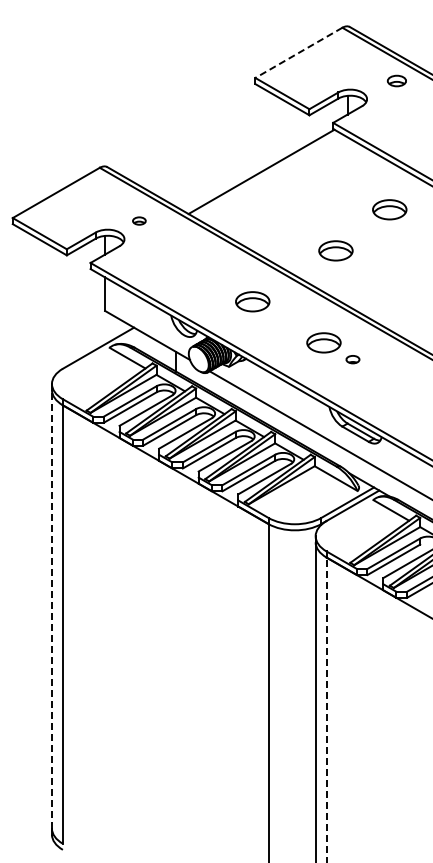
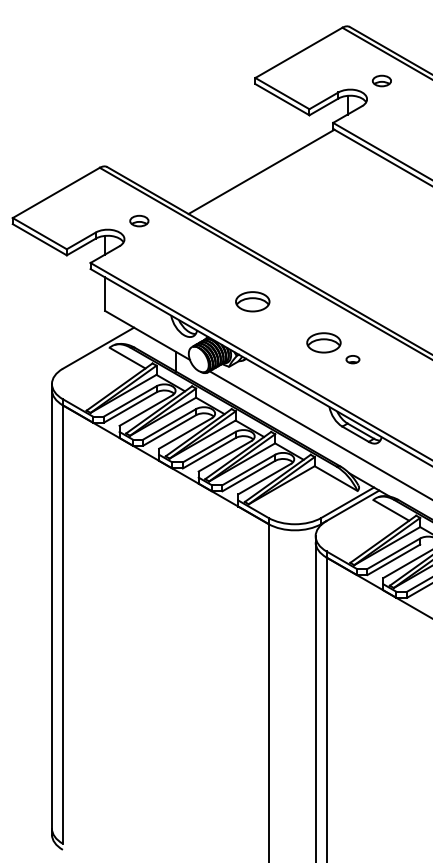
line at (298, 53): dashed -> solid
part at (396, 80) position: (396, 80) -> (381, 80)
part at (389, 209): present -> none
part at (139, 220) size: 15x10 px -> 21x14 px
part at (335, 250): present -> none
line at (51, 608): dashed -> solid
line at (326, 709): dashed -> solid
